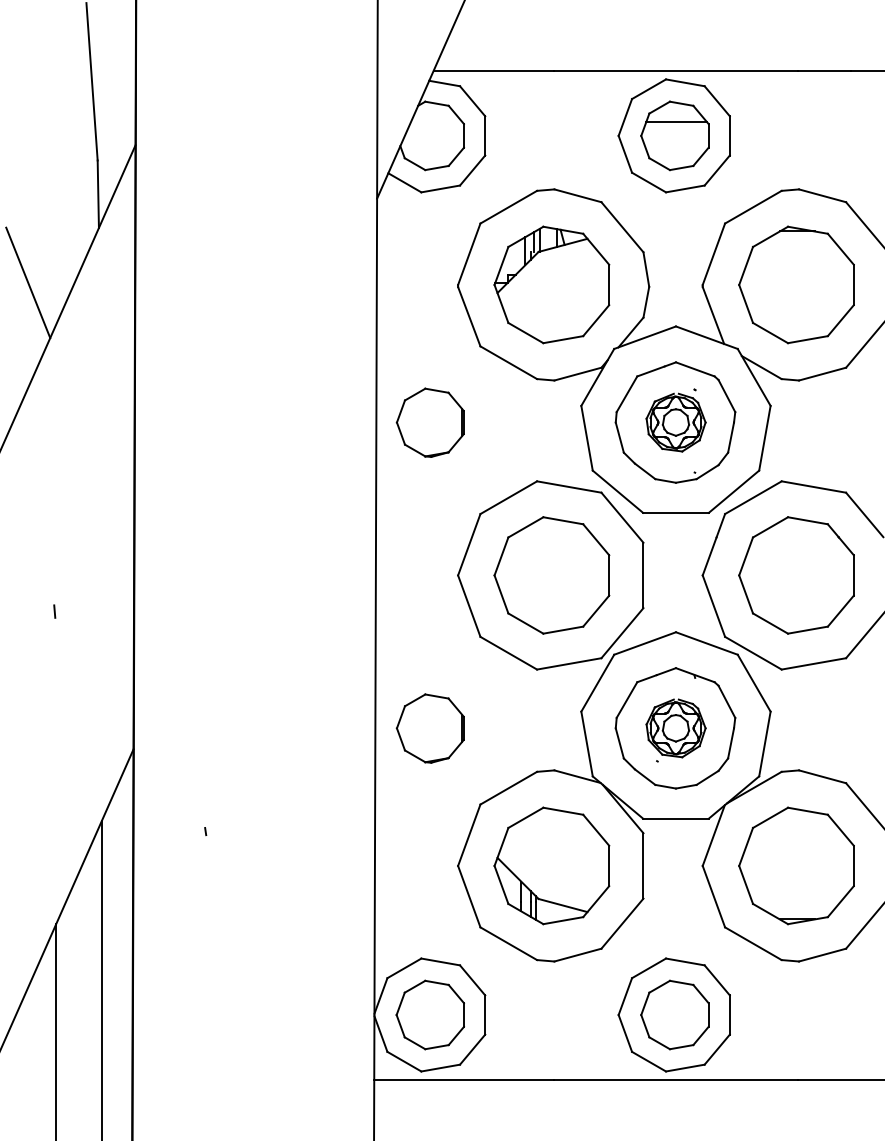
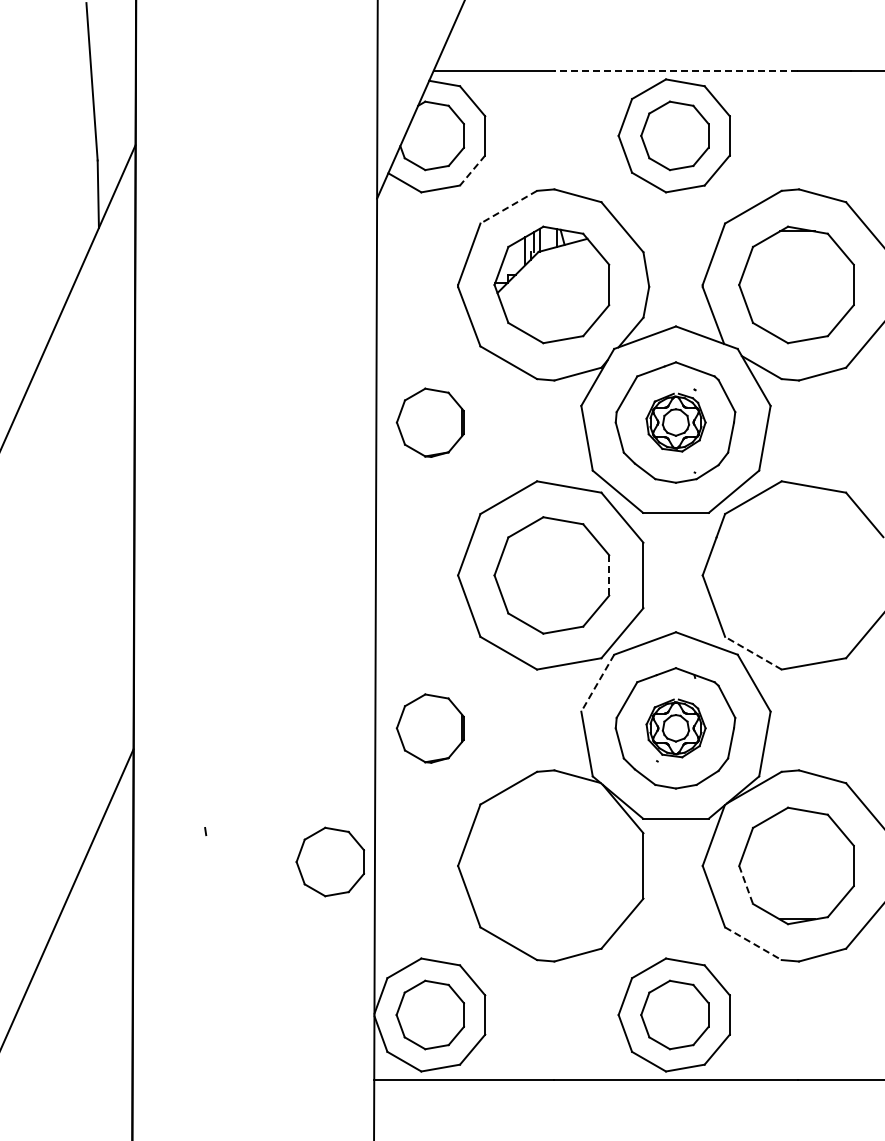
line at (675, 70): solid -> dashed
line at (676, 122): present -> none
line at (472, 170): solid -> dashed
line at (508, 207): solid -> dashed
line at (28, 282): present -> none
line at (609, 575): solid -> dashed
part at (796, 575): present -> none
line at (54, 611): present -> none
line at (753, 653): solid -> dashed
line at (597, 683): solid -> dashed
part at (329, 861): none -> present
part at (551, 865): present -> none
line at (746, 885): solid -> dashed
line at (753, 943): solid -> dashed
line at (101, 979): present -> none
line at (56, 1030): present -> none
